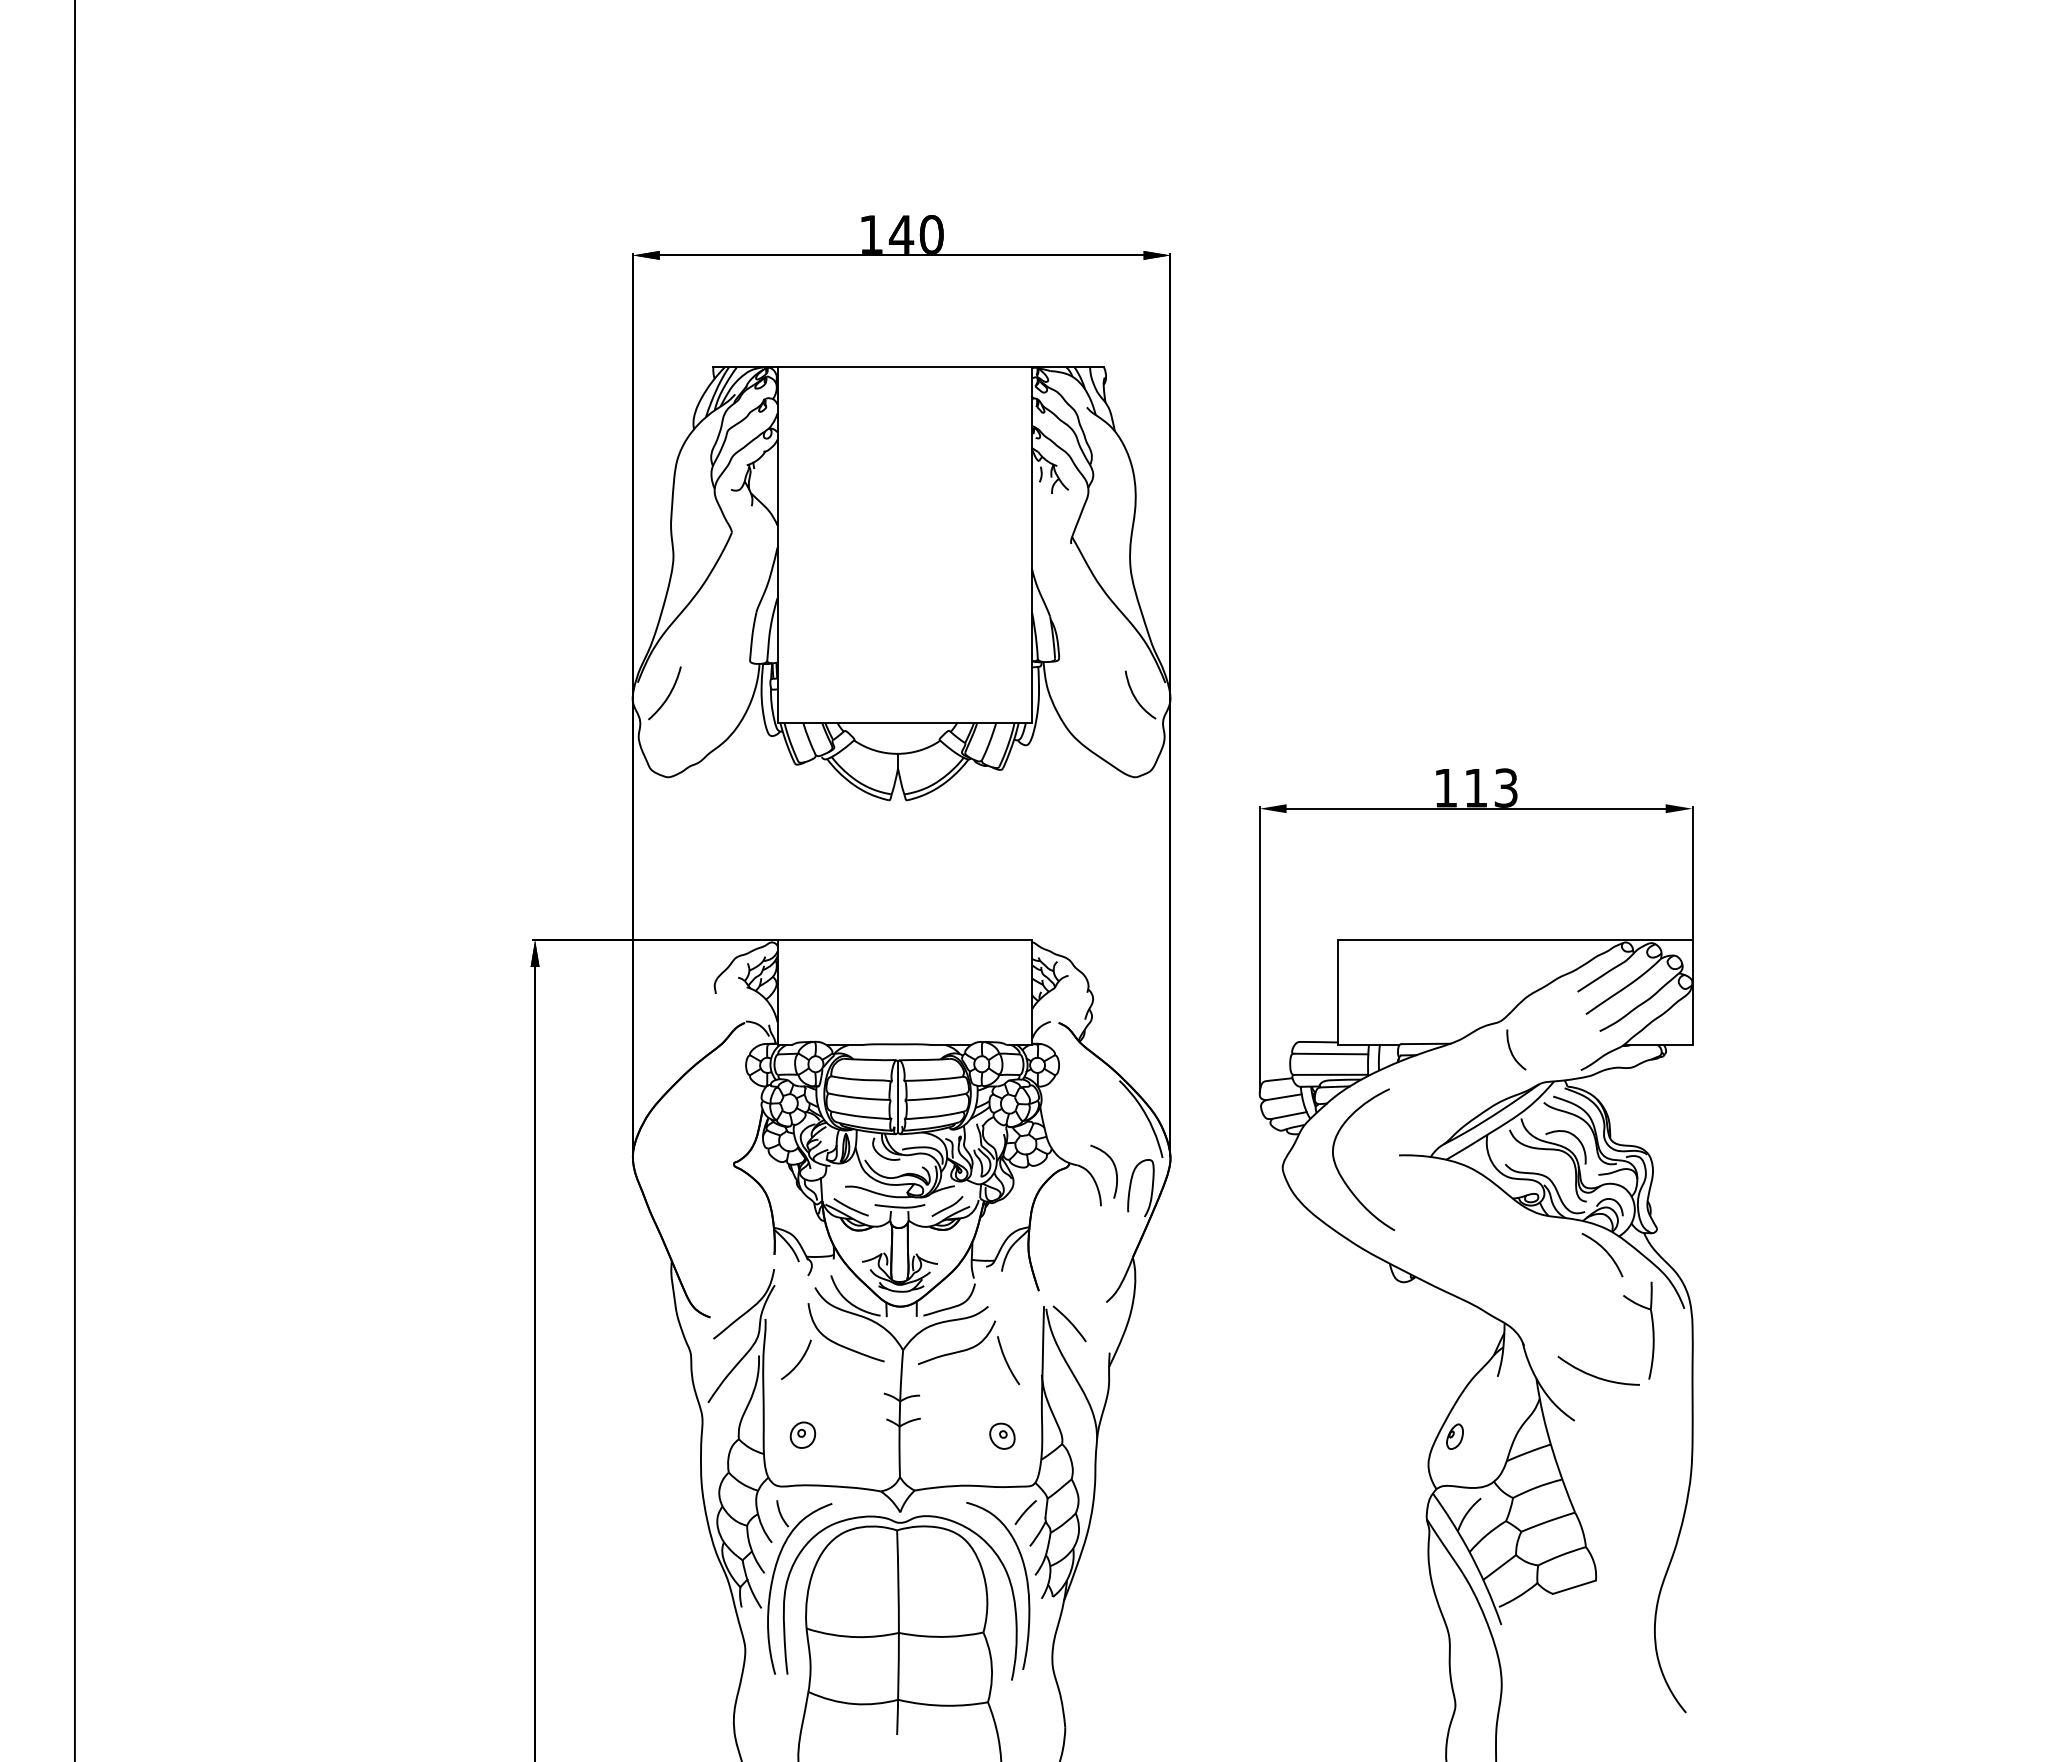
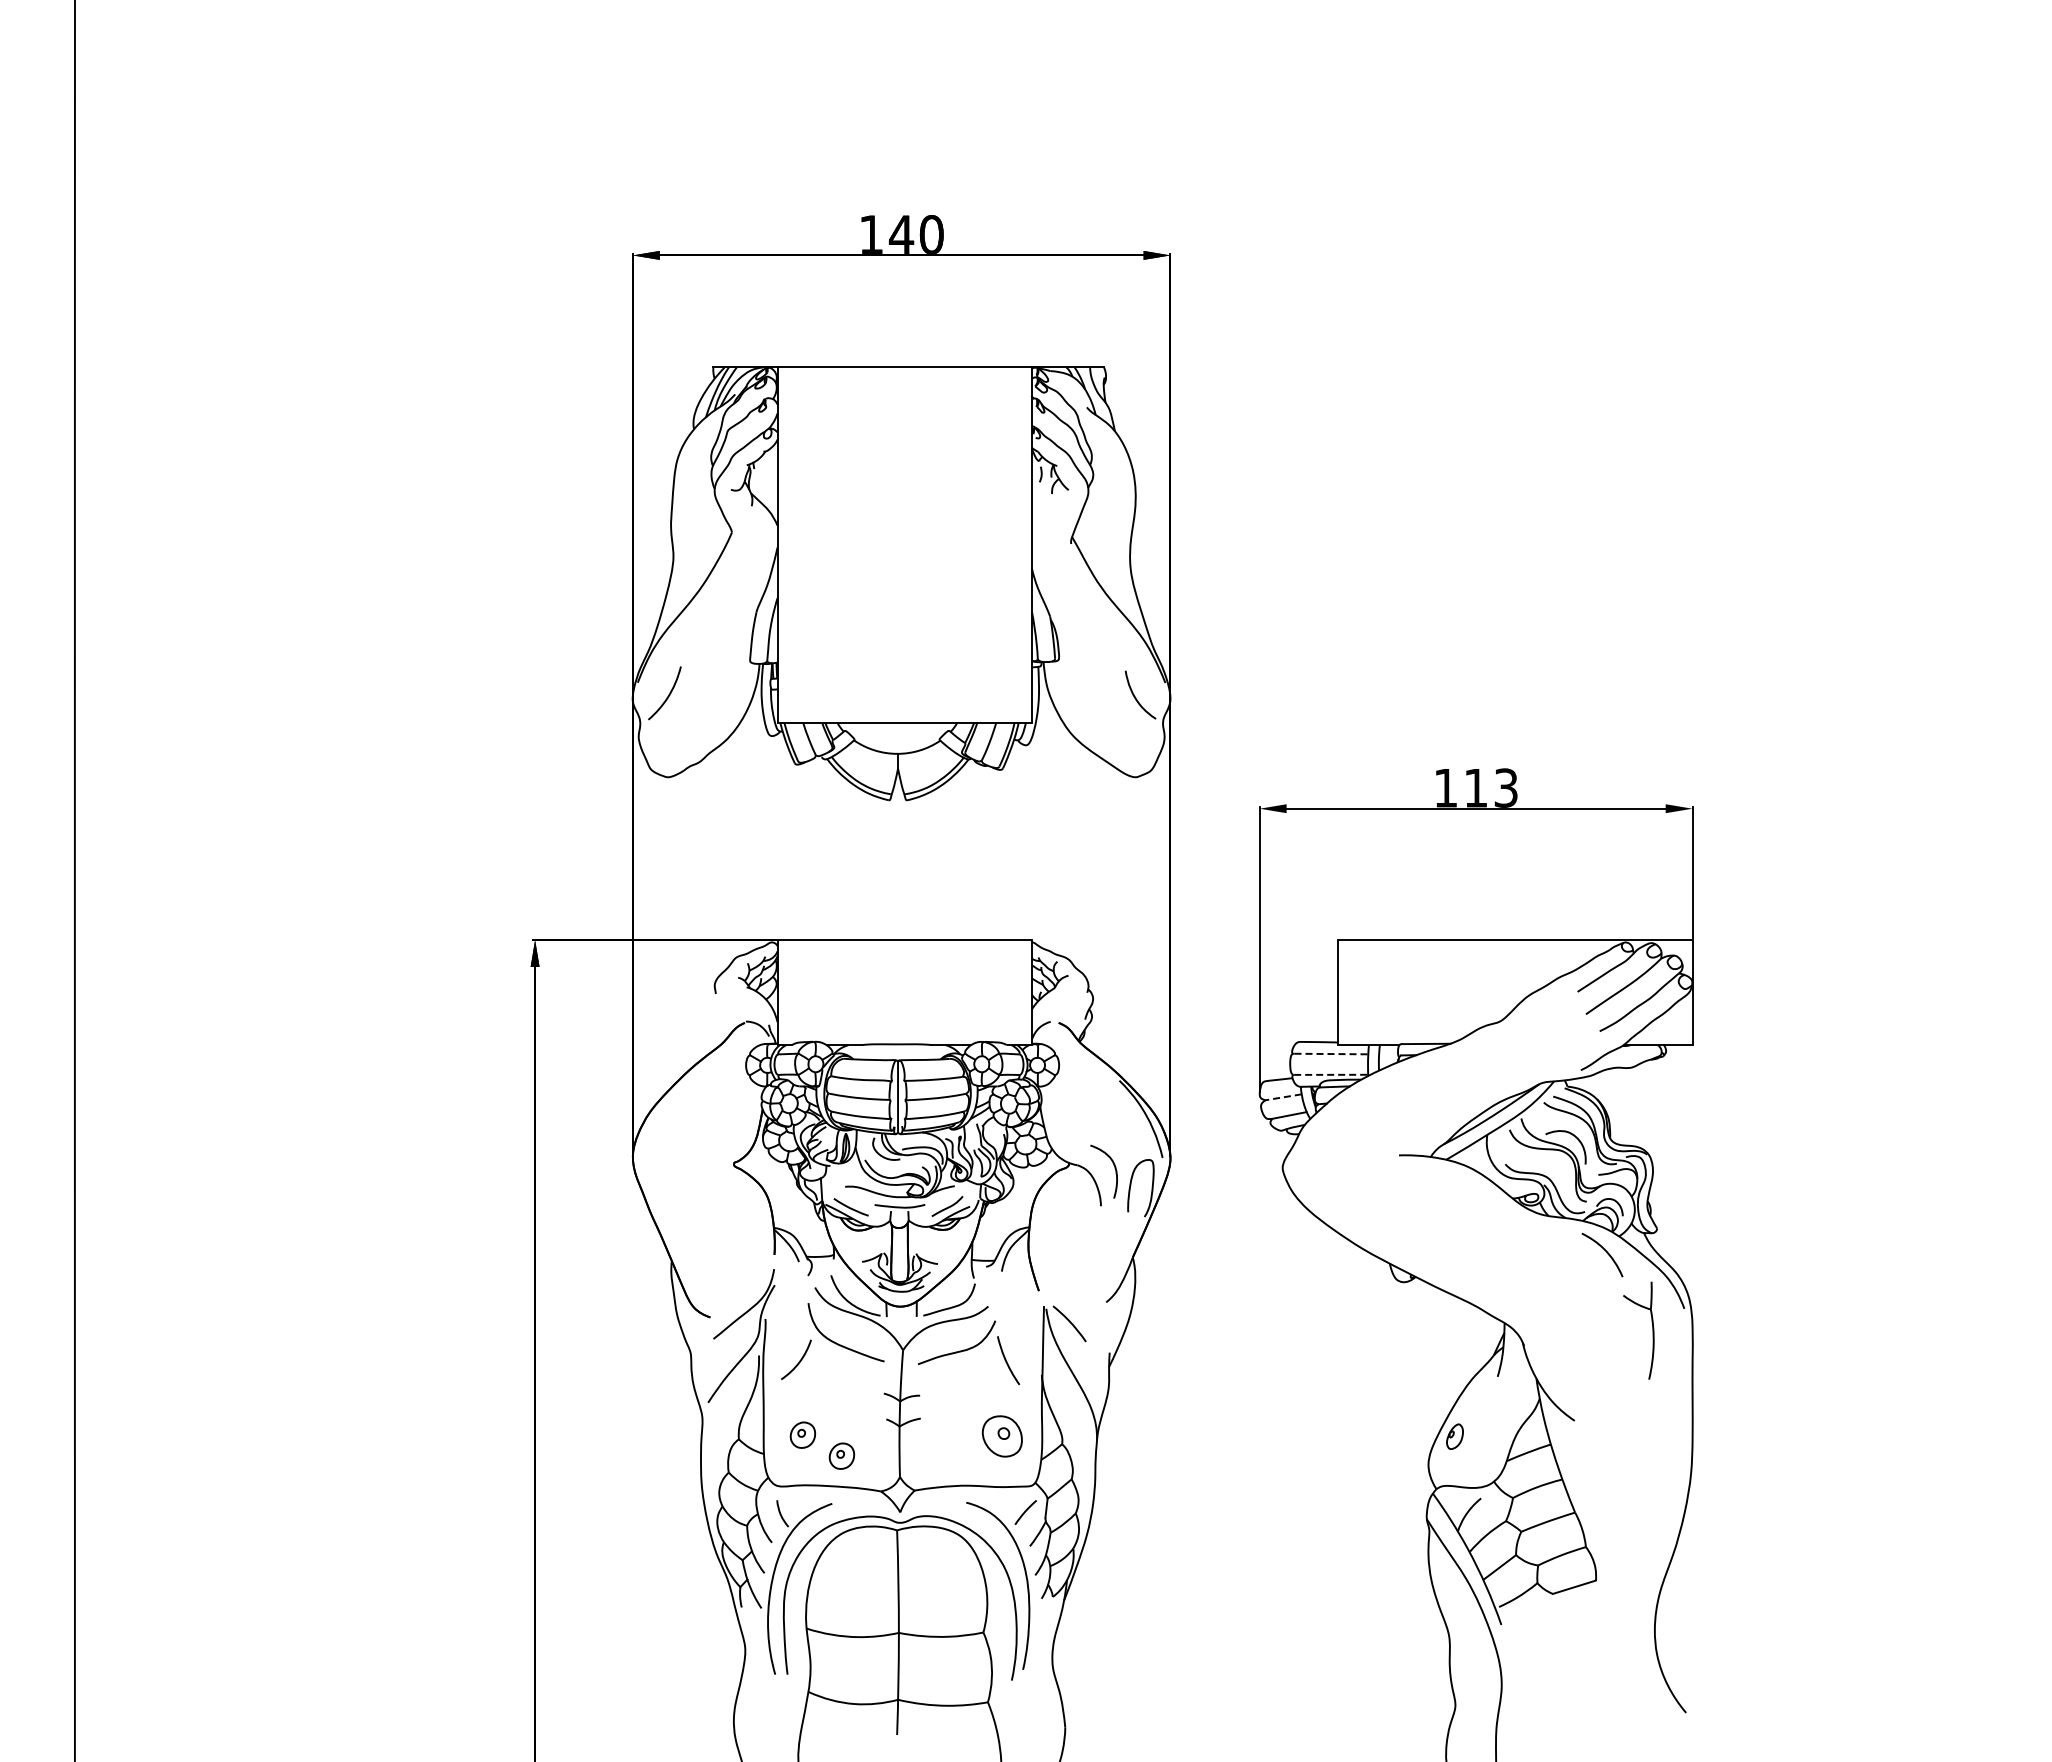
curve at (1511, 1049): present -> none
line at (1331, 1054): solid -> dashed
line at (1331, 1074): solid -> dashed
line at (1283, 1097): solid -> dashed
curve at (1339, 1171): present -> none
curve at (1597, 1376): present -> none
part at (1002, 1435) size: 27x28 px -> 42x43 px
part at (841, 1455): none -> present
